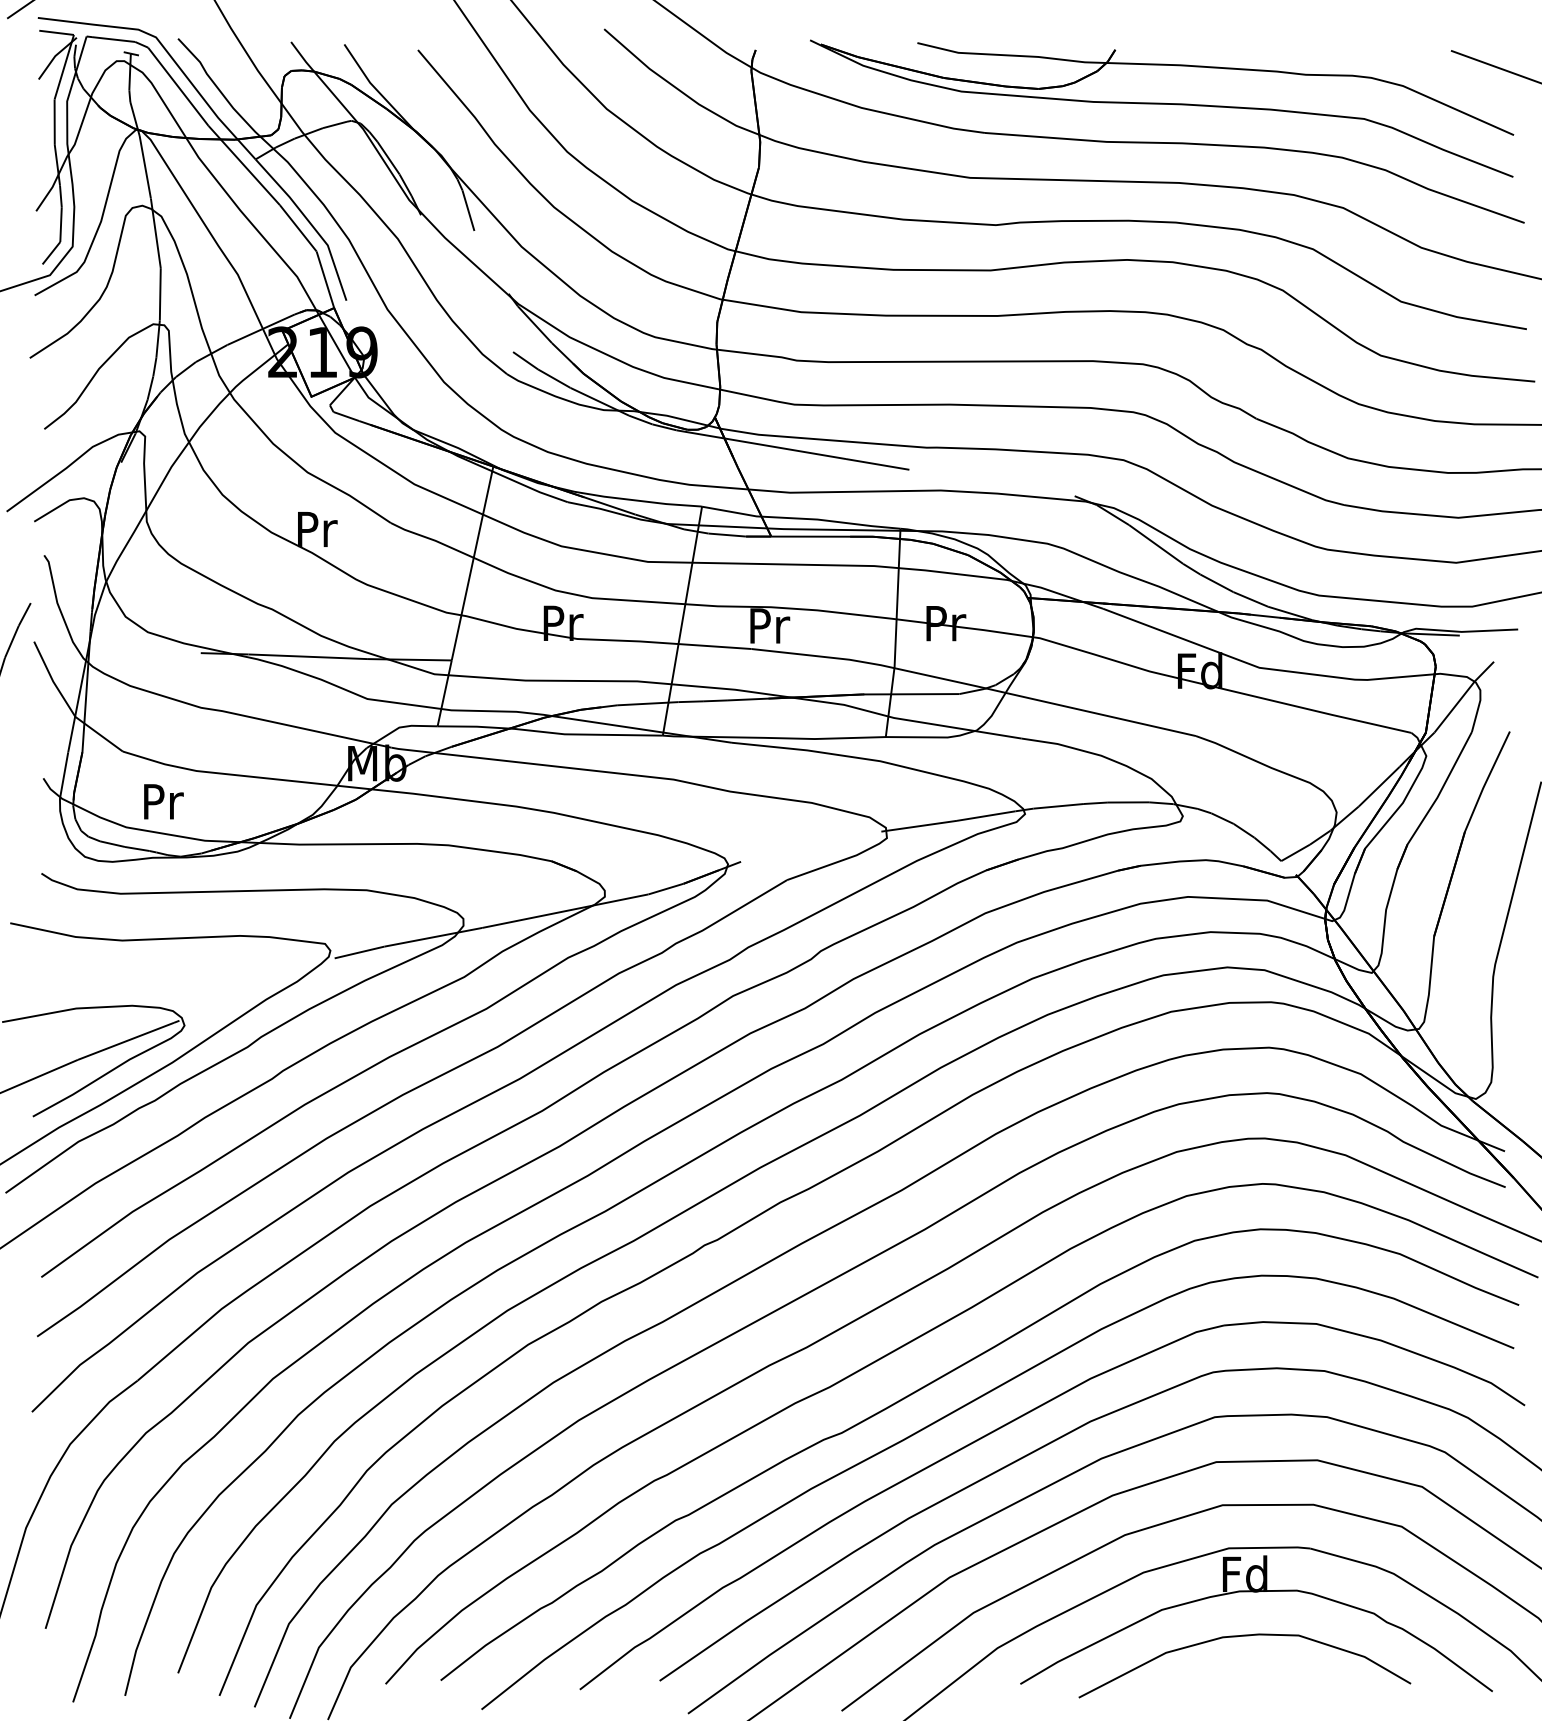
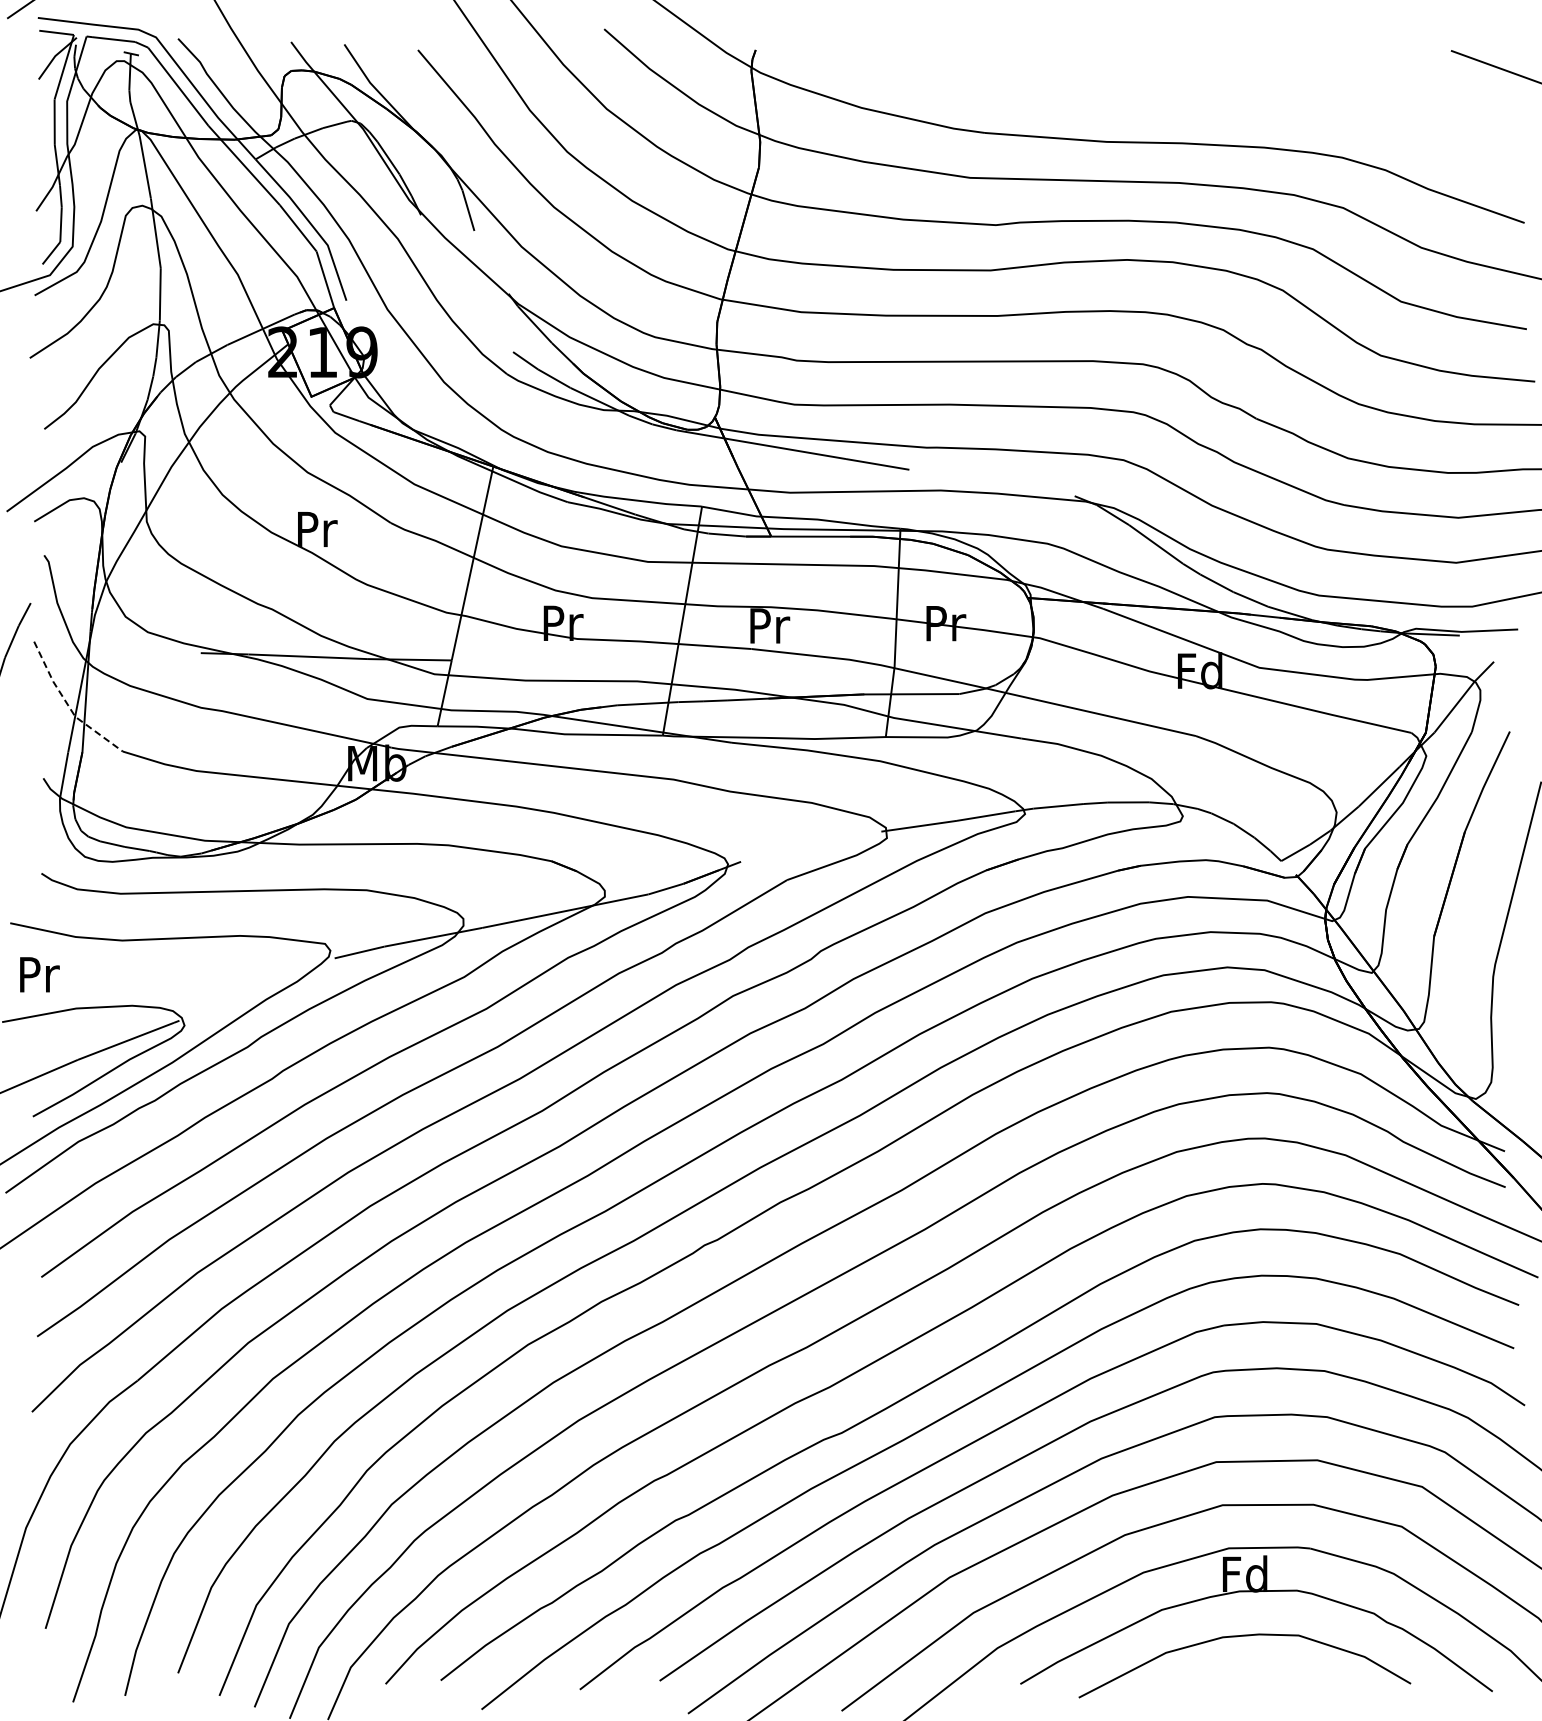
part at (1162, 108): present -> none
line at (68, 705): solid -> dashed
text at (163, 801) position: (163, 801) -> (39, 974)
